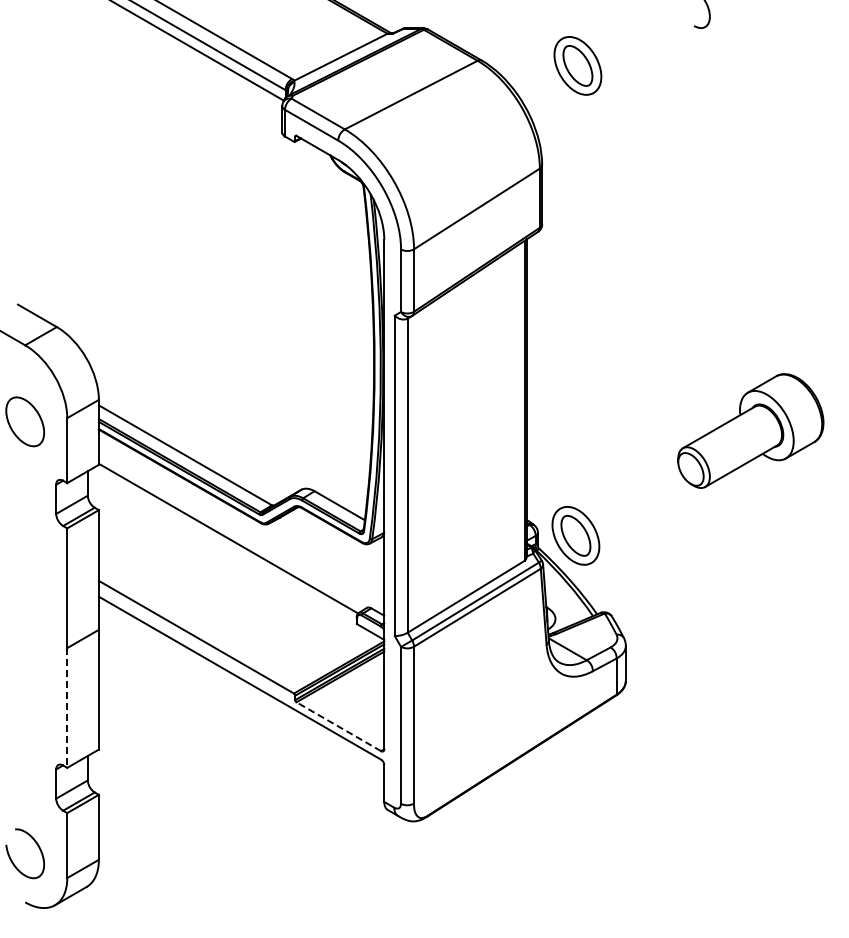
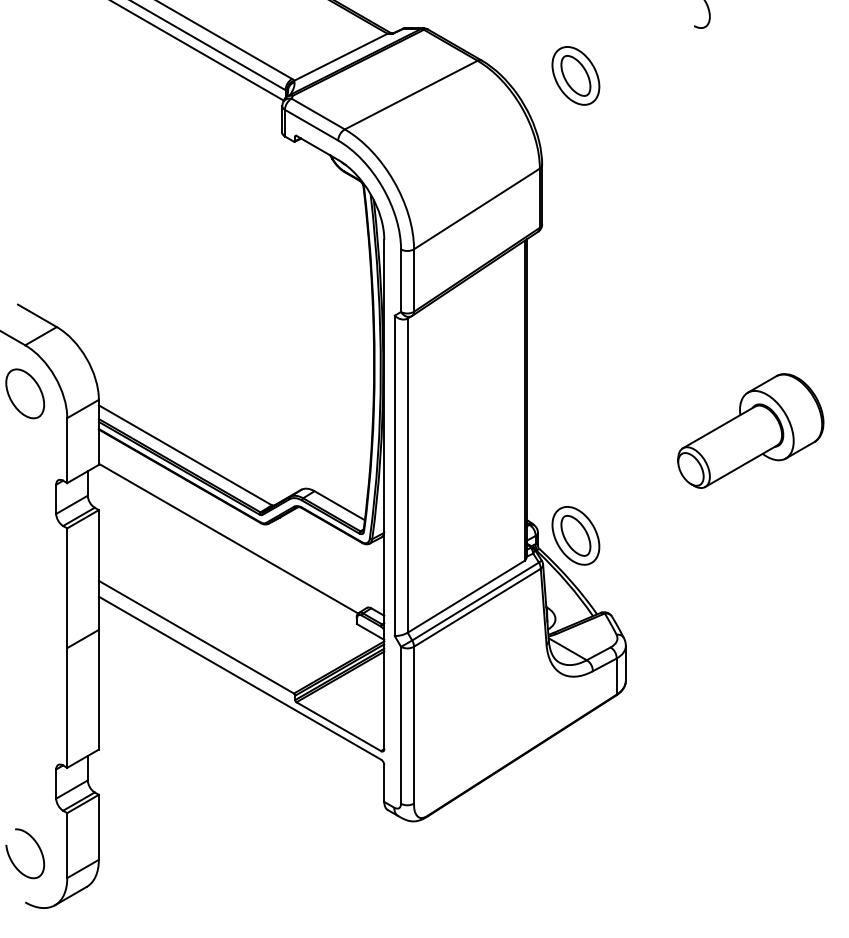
part at (577, 65) position: (577, 65) -> (575, 75)
part at (24, 421) position: (24, 421) -> (24, 393)
line at (67, 707): dashed -> solid
line at (338, 726): dashed -> solid
